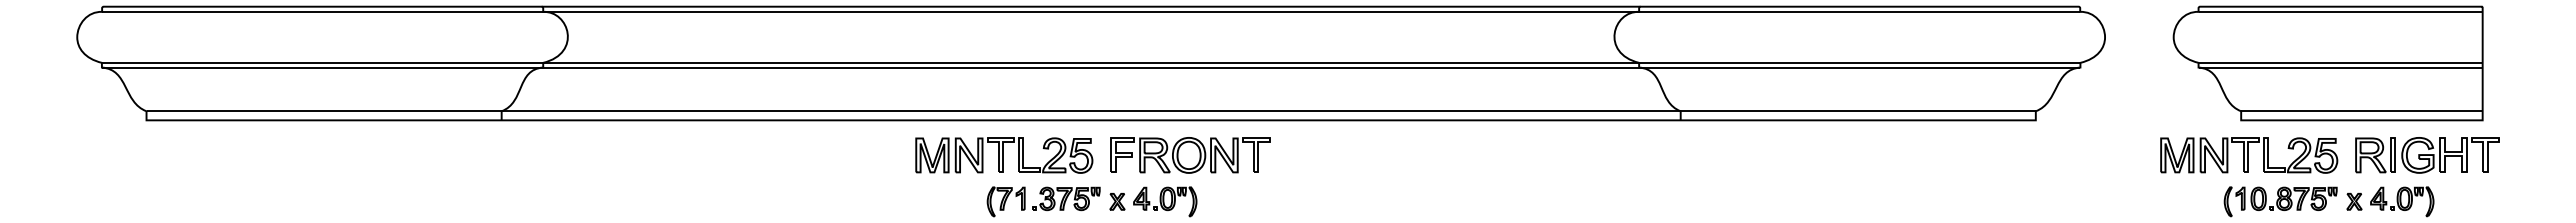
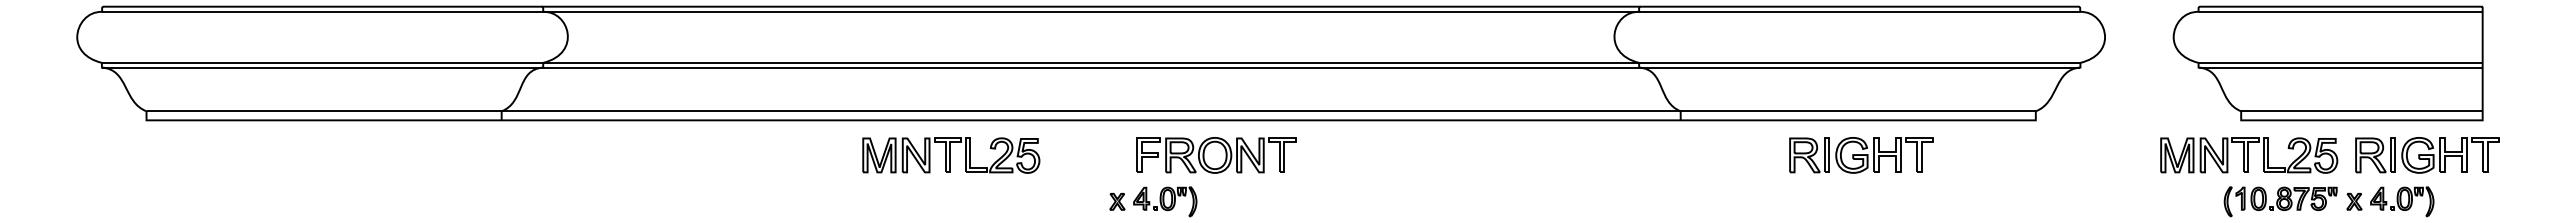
part at (1004, 155) position: (1004, 155) -> (951, 155)
part at (1190, 155) position: (1190, 155) -> (1216, 155)
part at (1861, 155): none -> present
part at (1043, 201): present -> none
